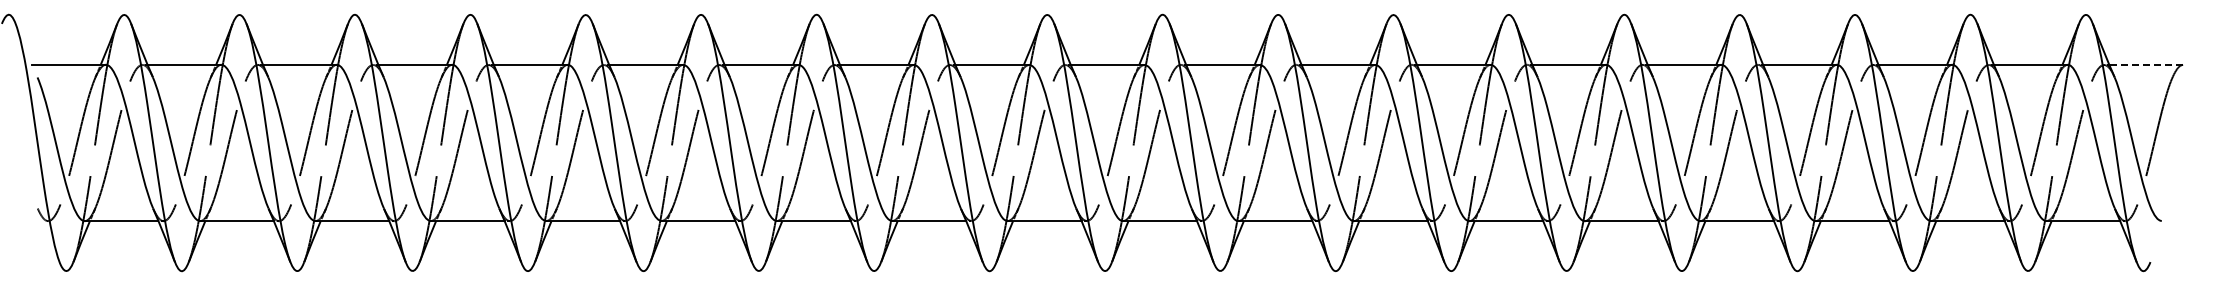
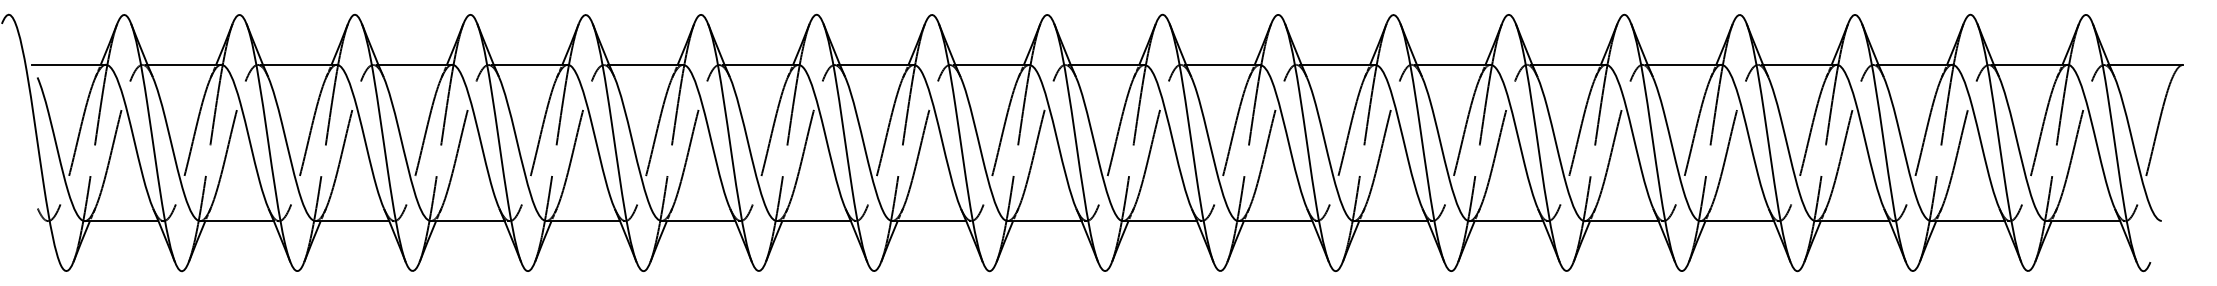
line at (2146, 64): dashed -> solid
